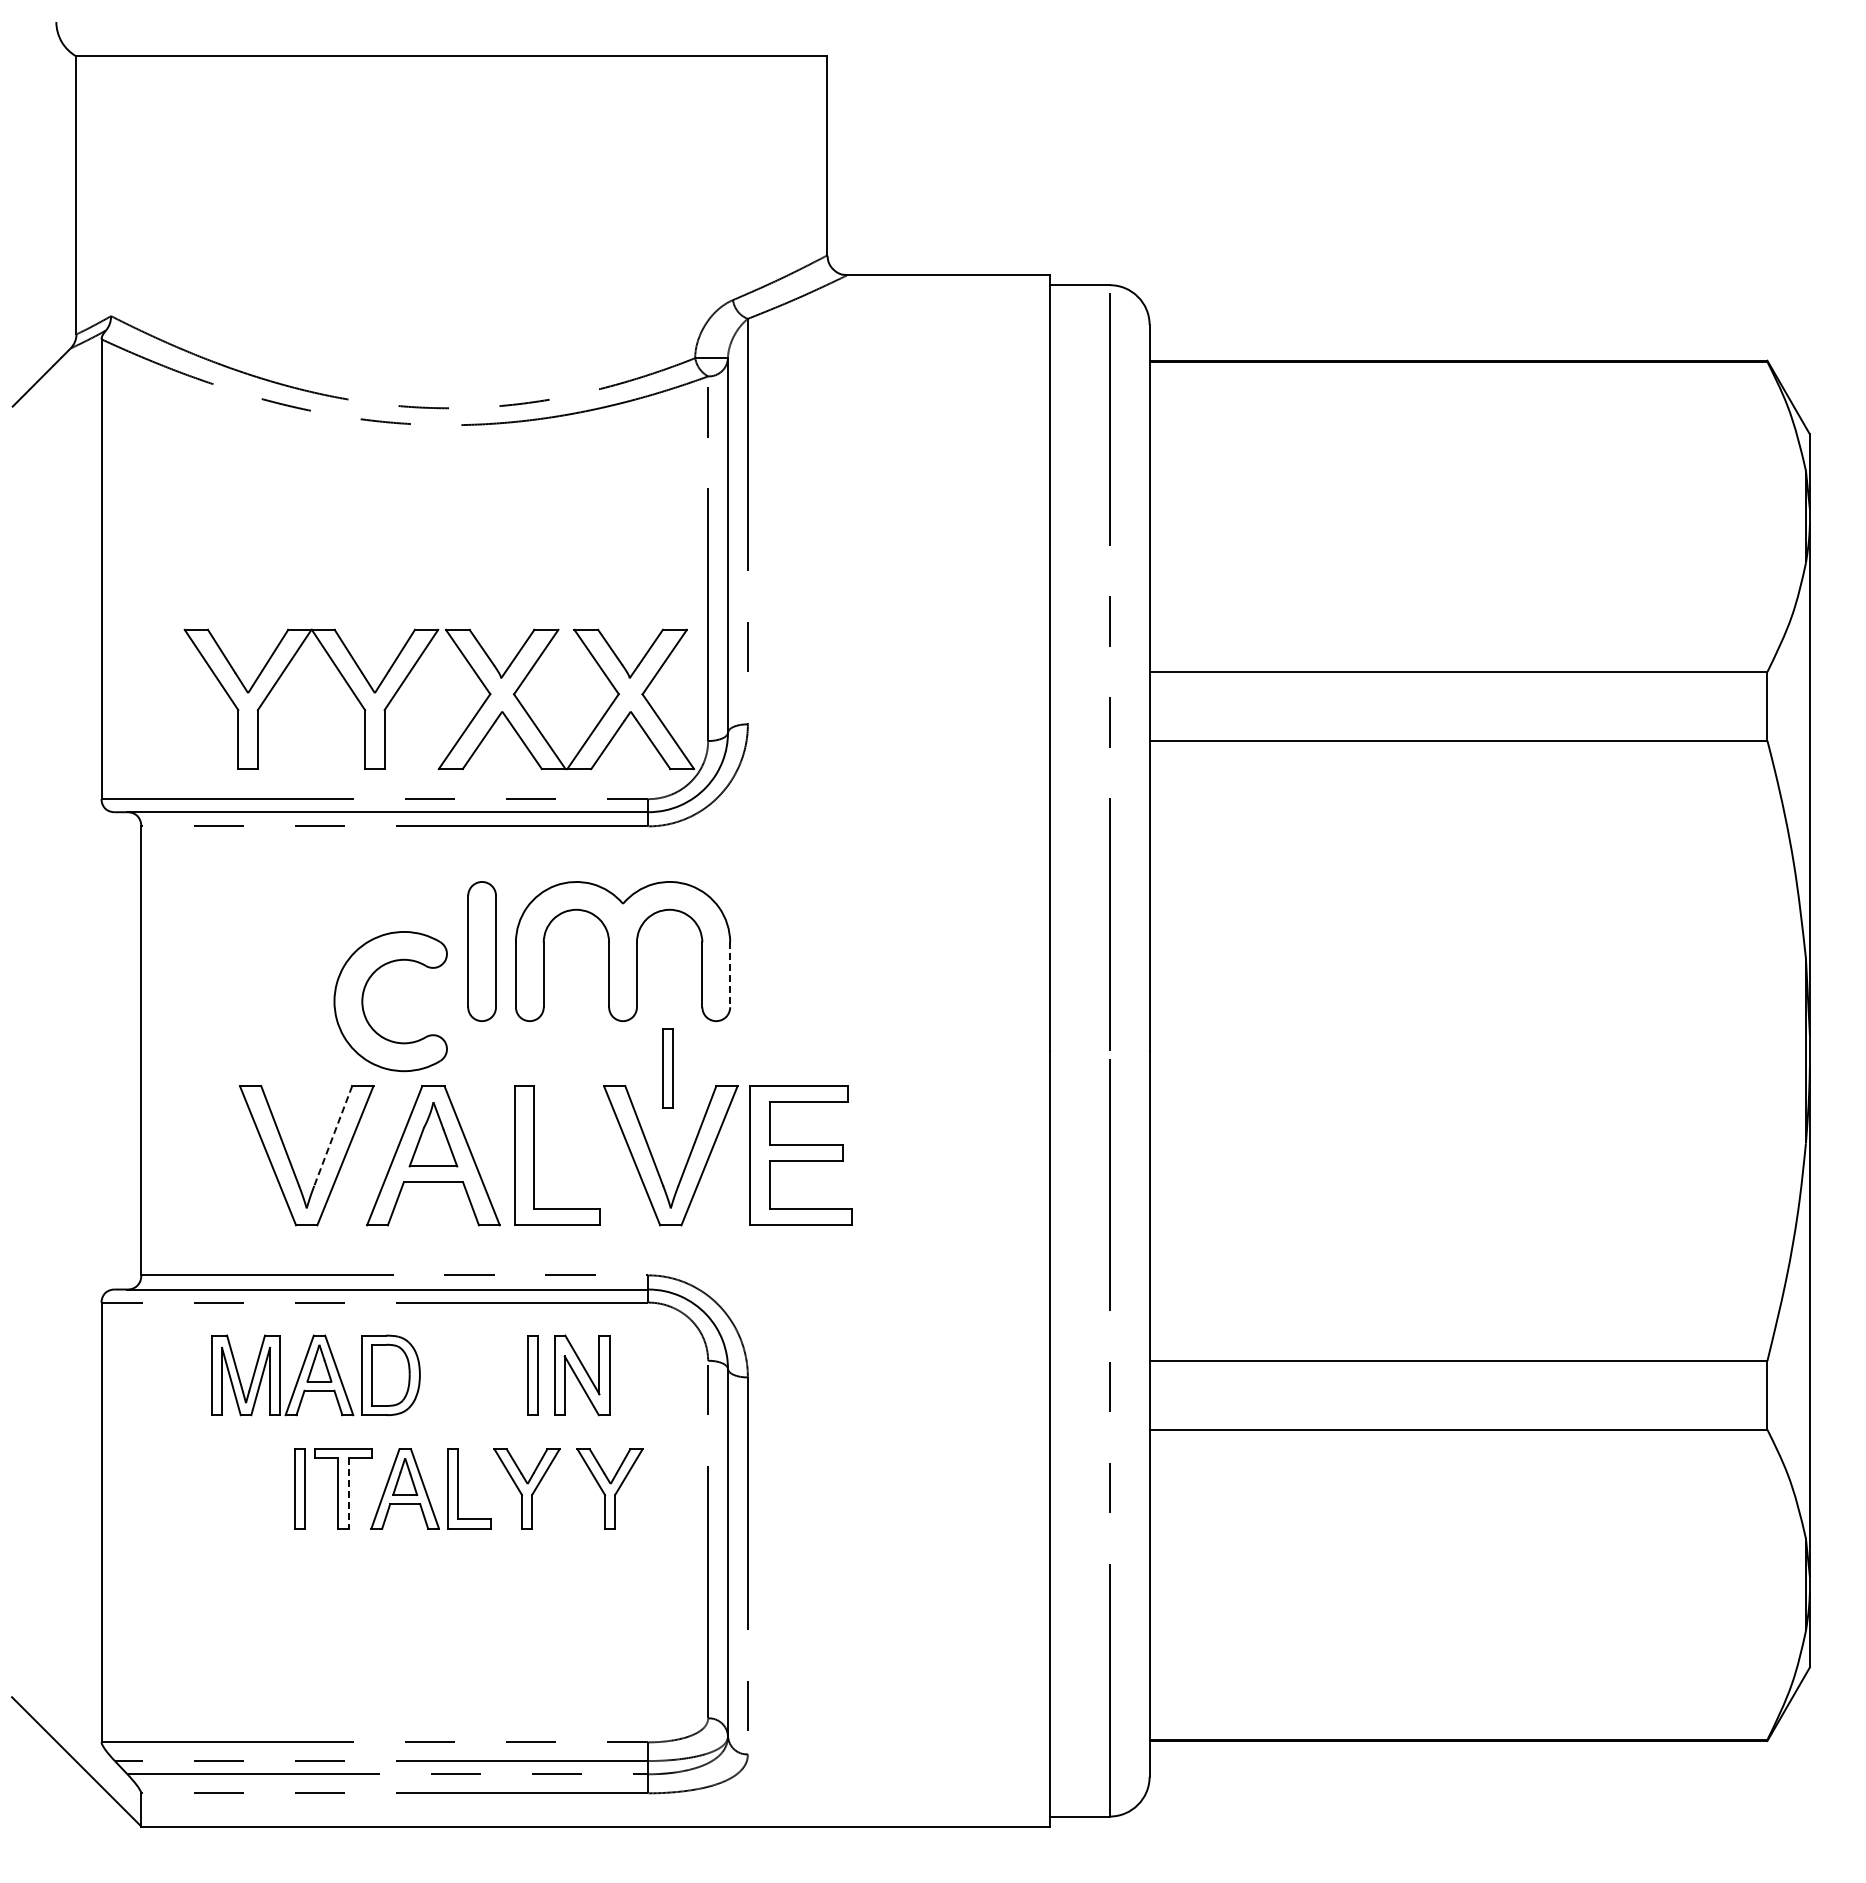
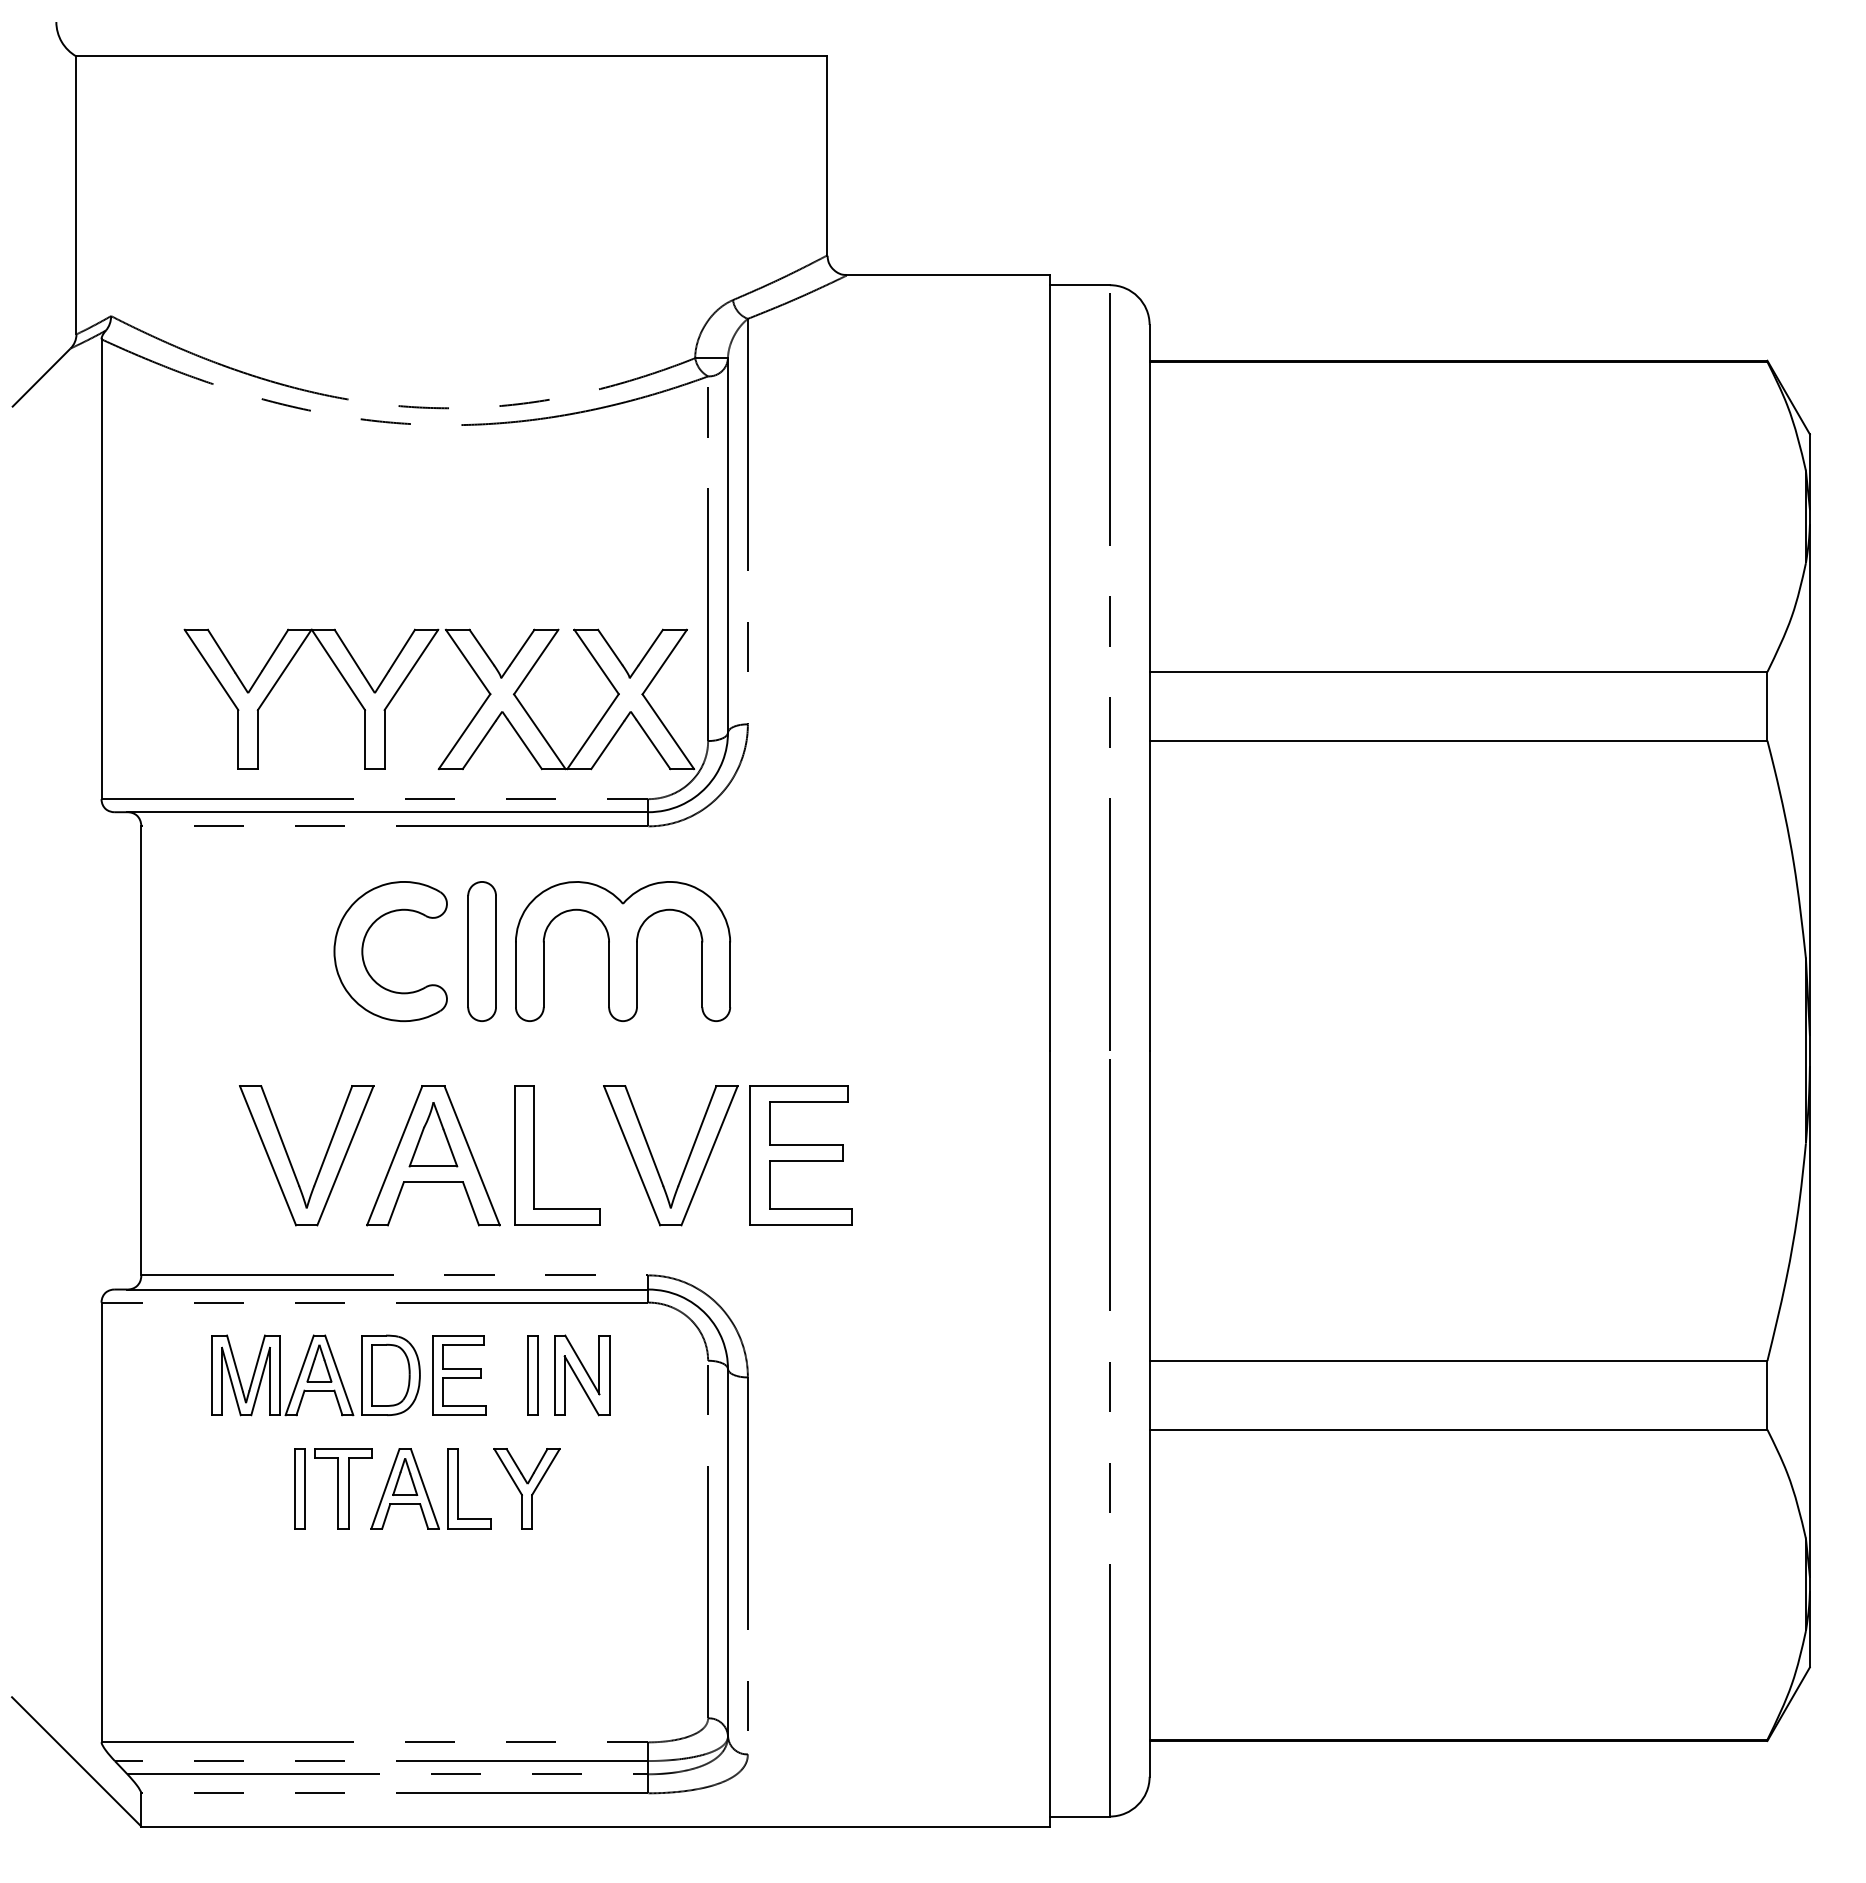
line at (730, 975): dashed -> solid
part at (363, 1001) position: (363, 1001) -> (363, 951)
part at (667, 1068): present -> none
line at (333, 1136): dashed -> solid
part at (459, 1375): none -> present
part at (609, 1488): present -> none
line at (348, 1493): dashed -> solid
